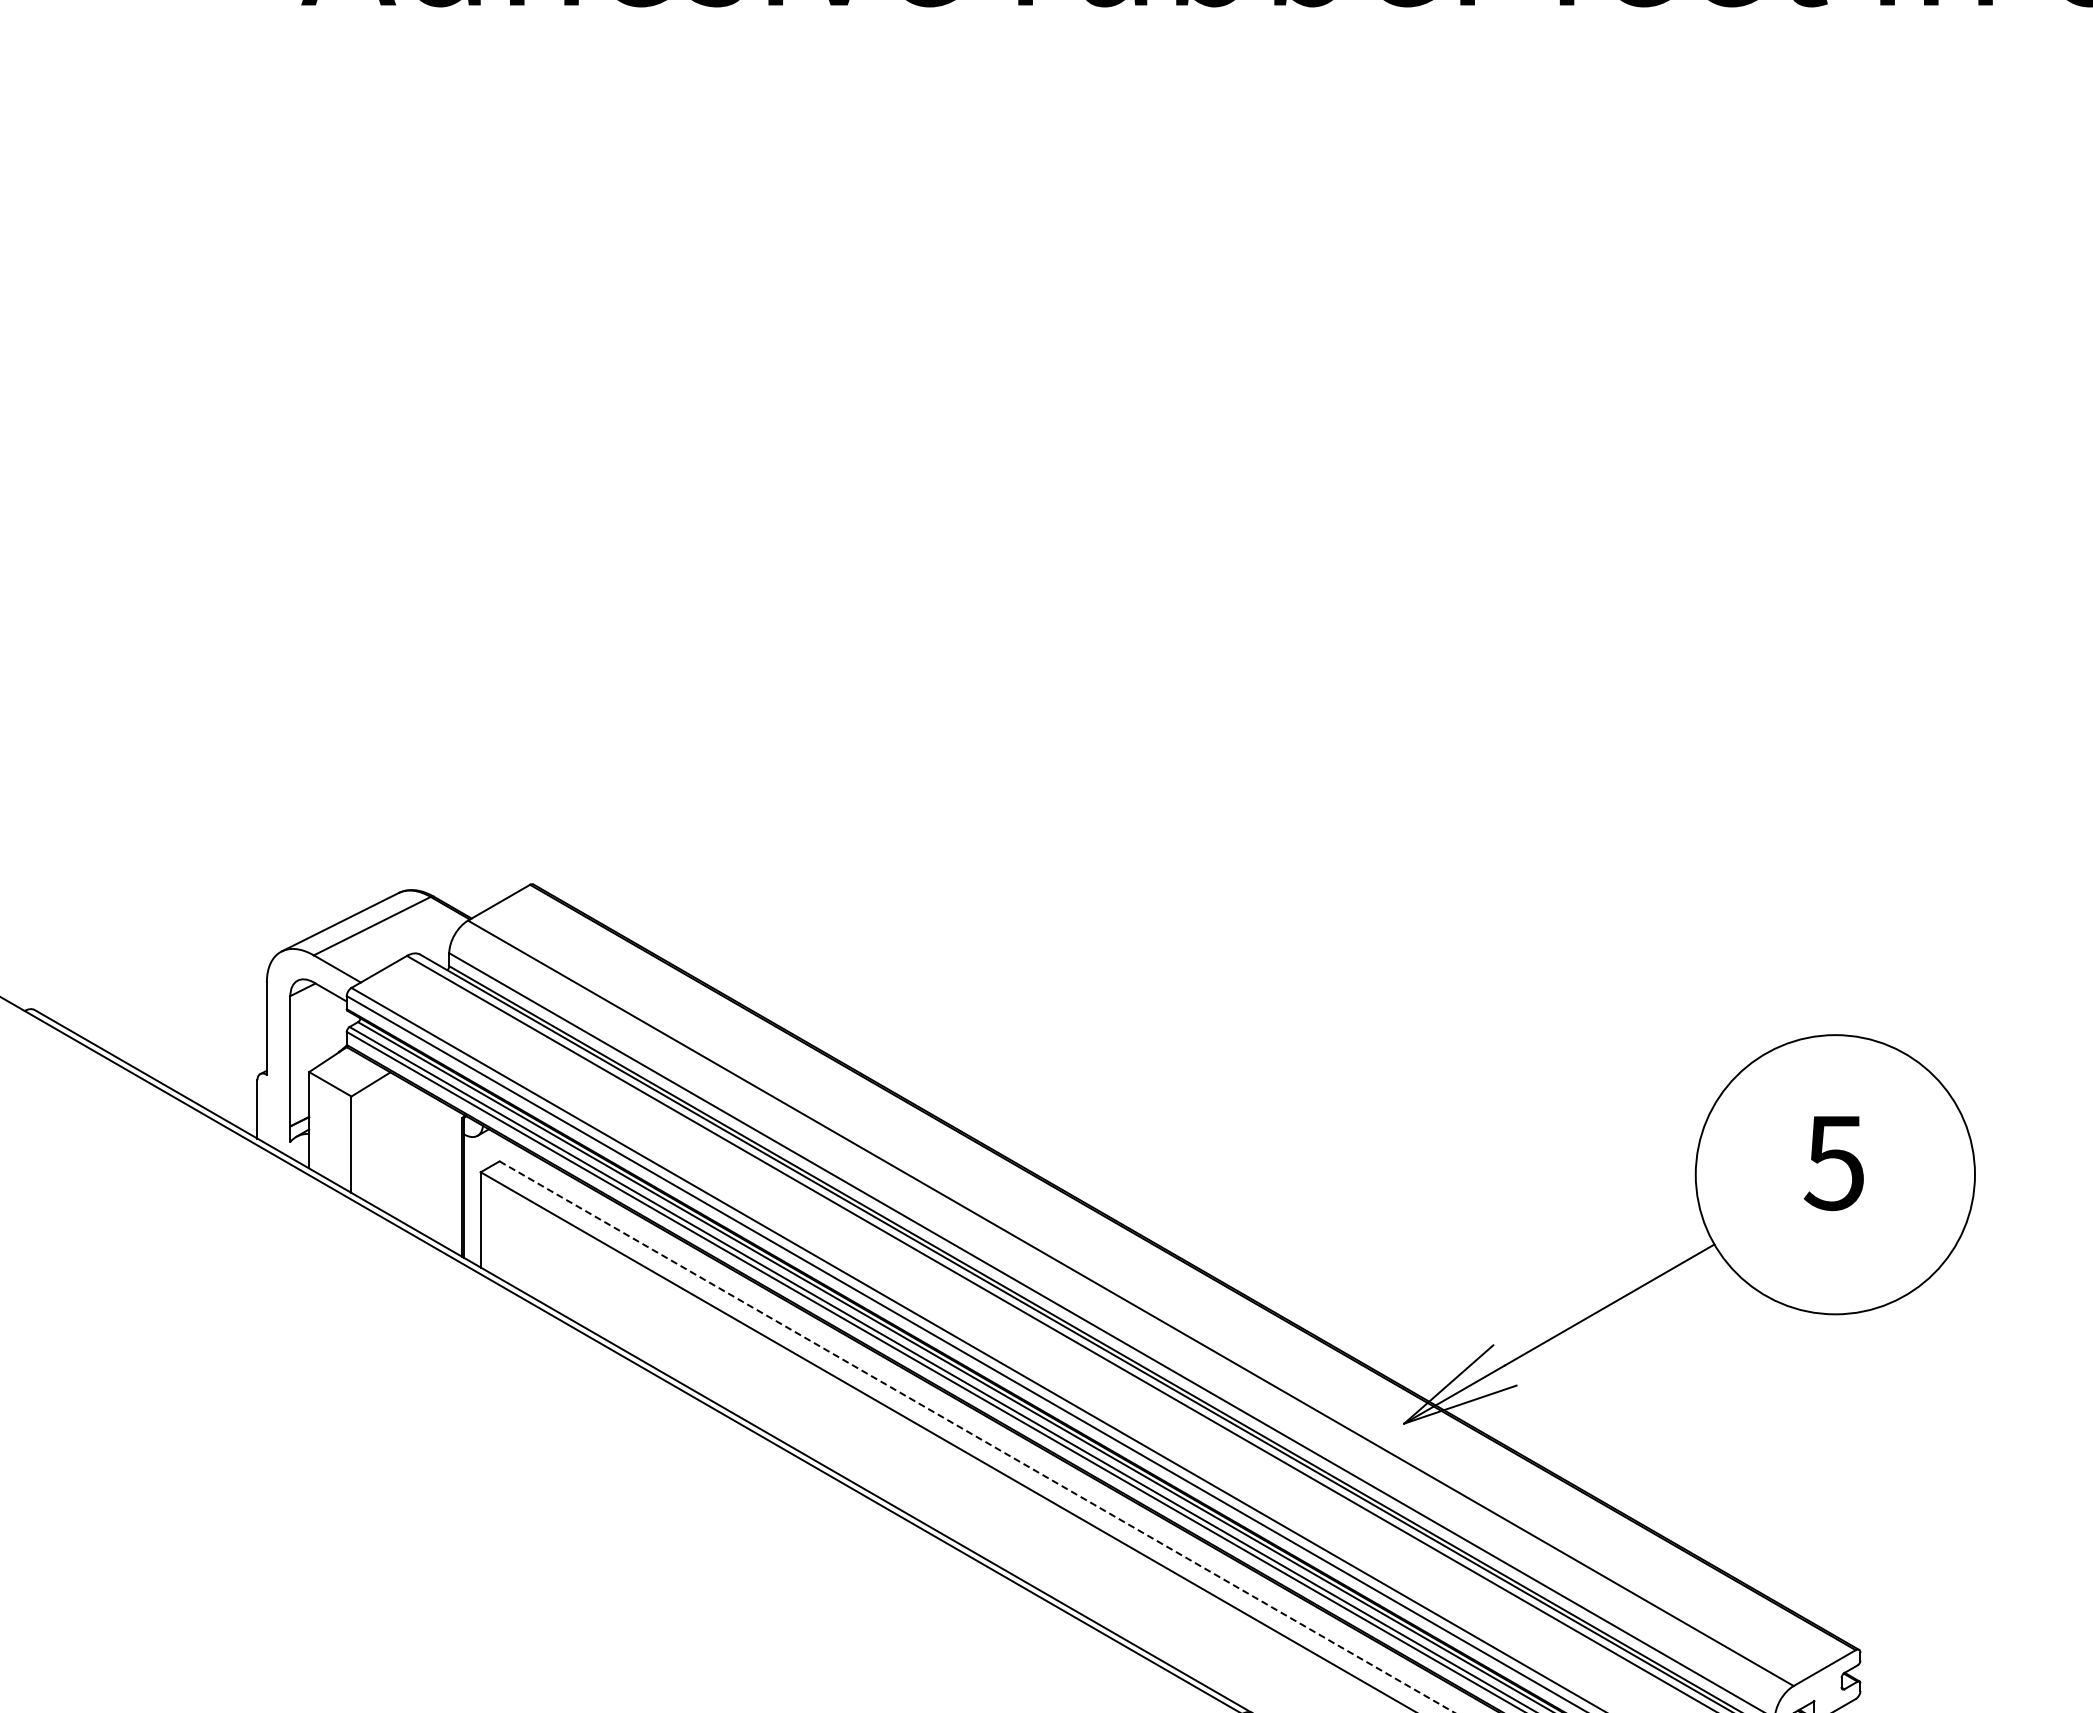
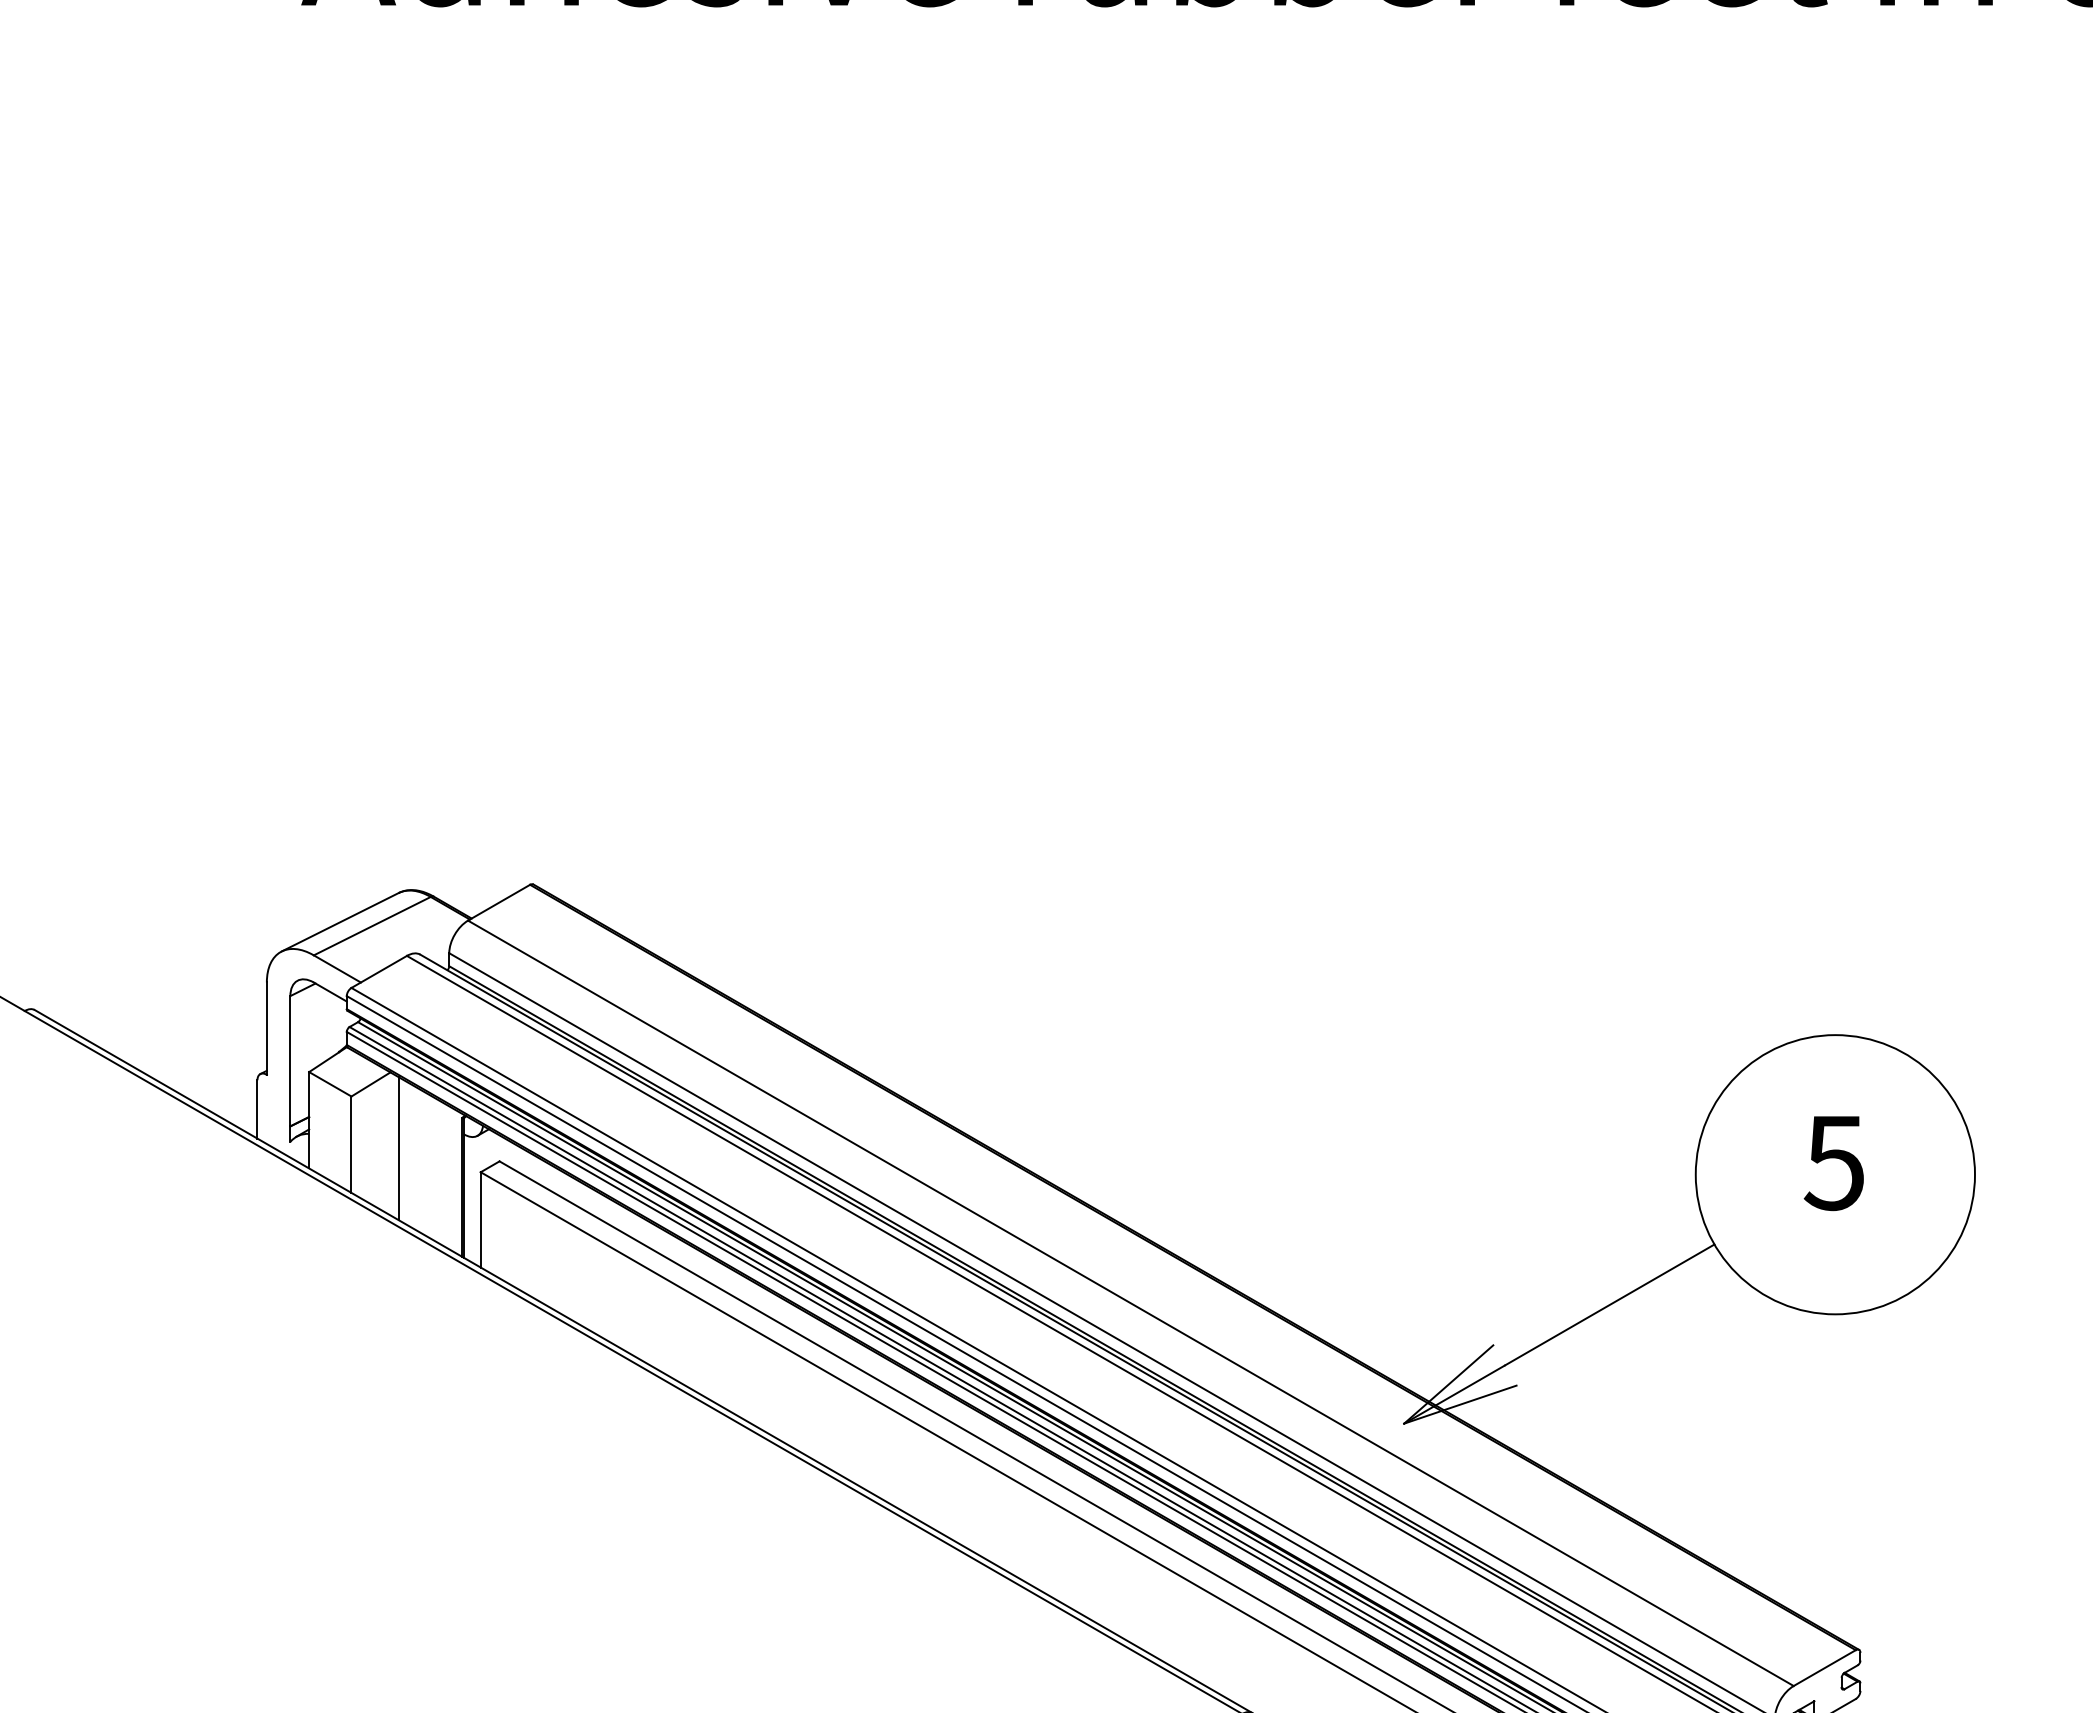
line at (398, 1148): none -> present
line at (977, 1437): dashed -> solid
